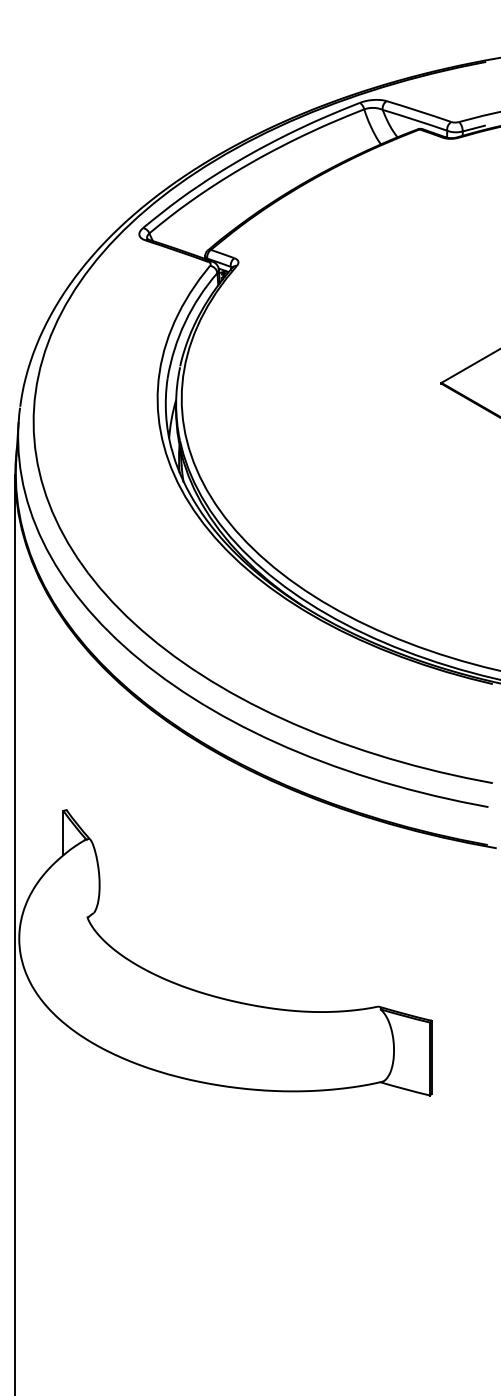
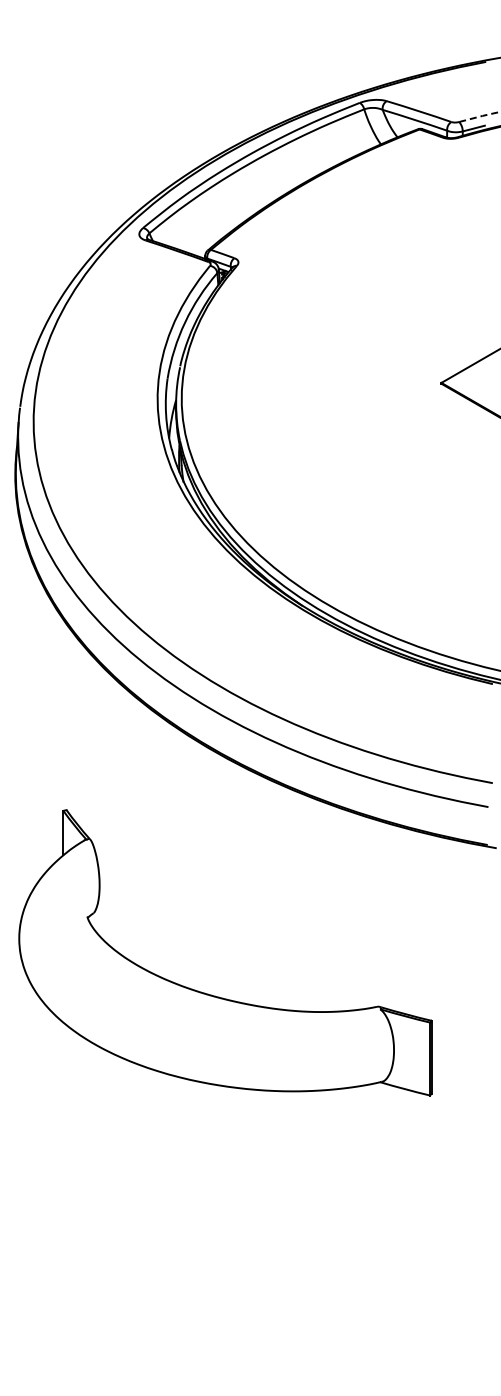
line at (480, 116): solid -> dashed
line at (15, 933): present -> none
